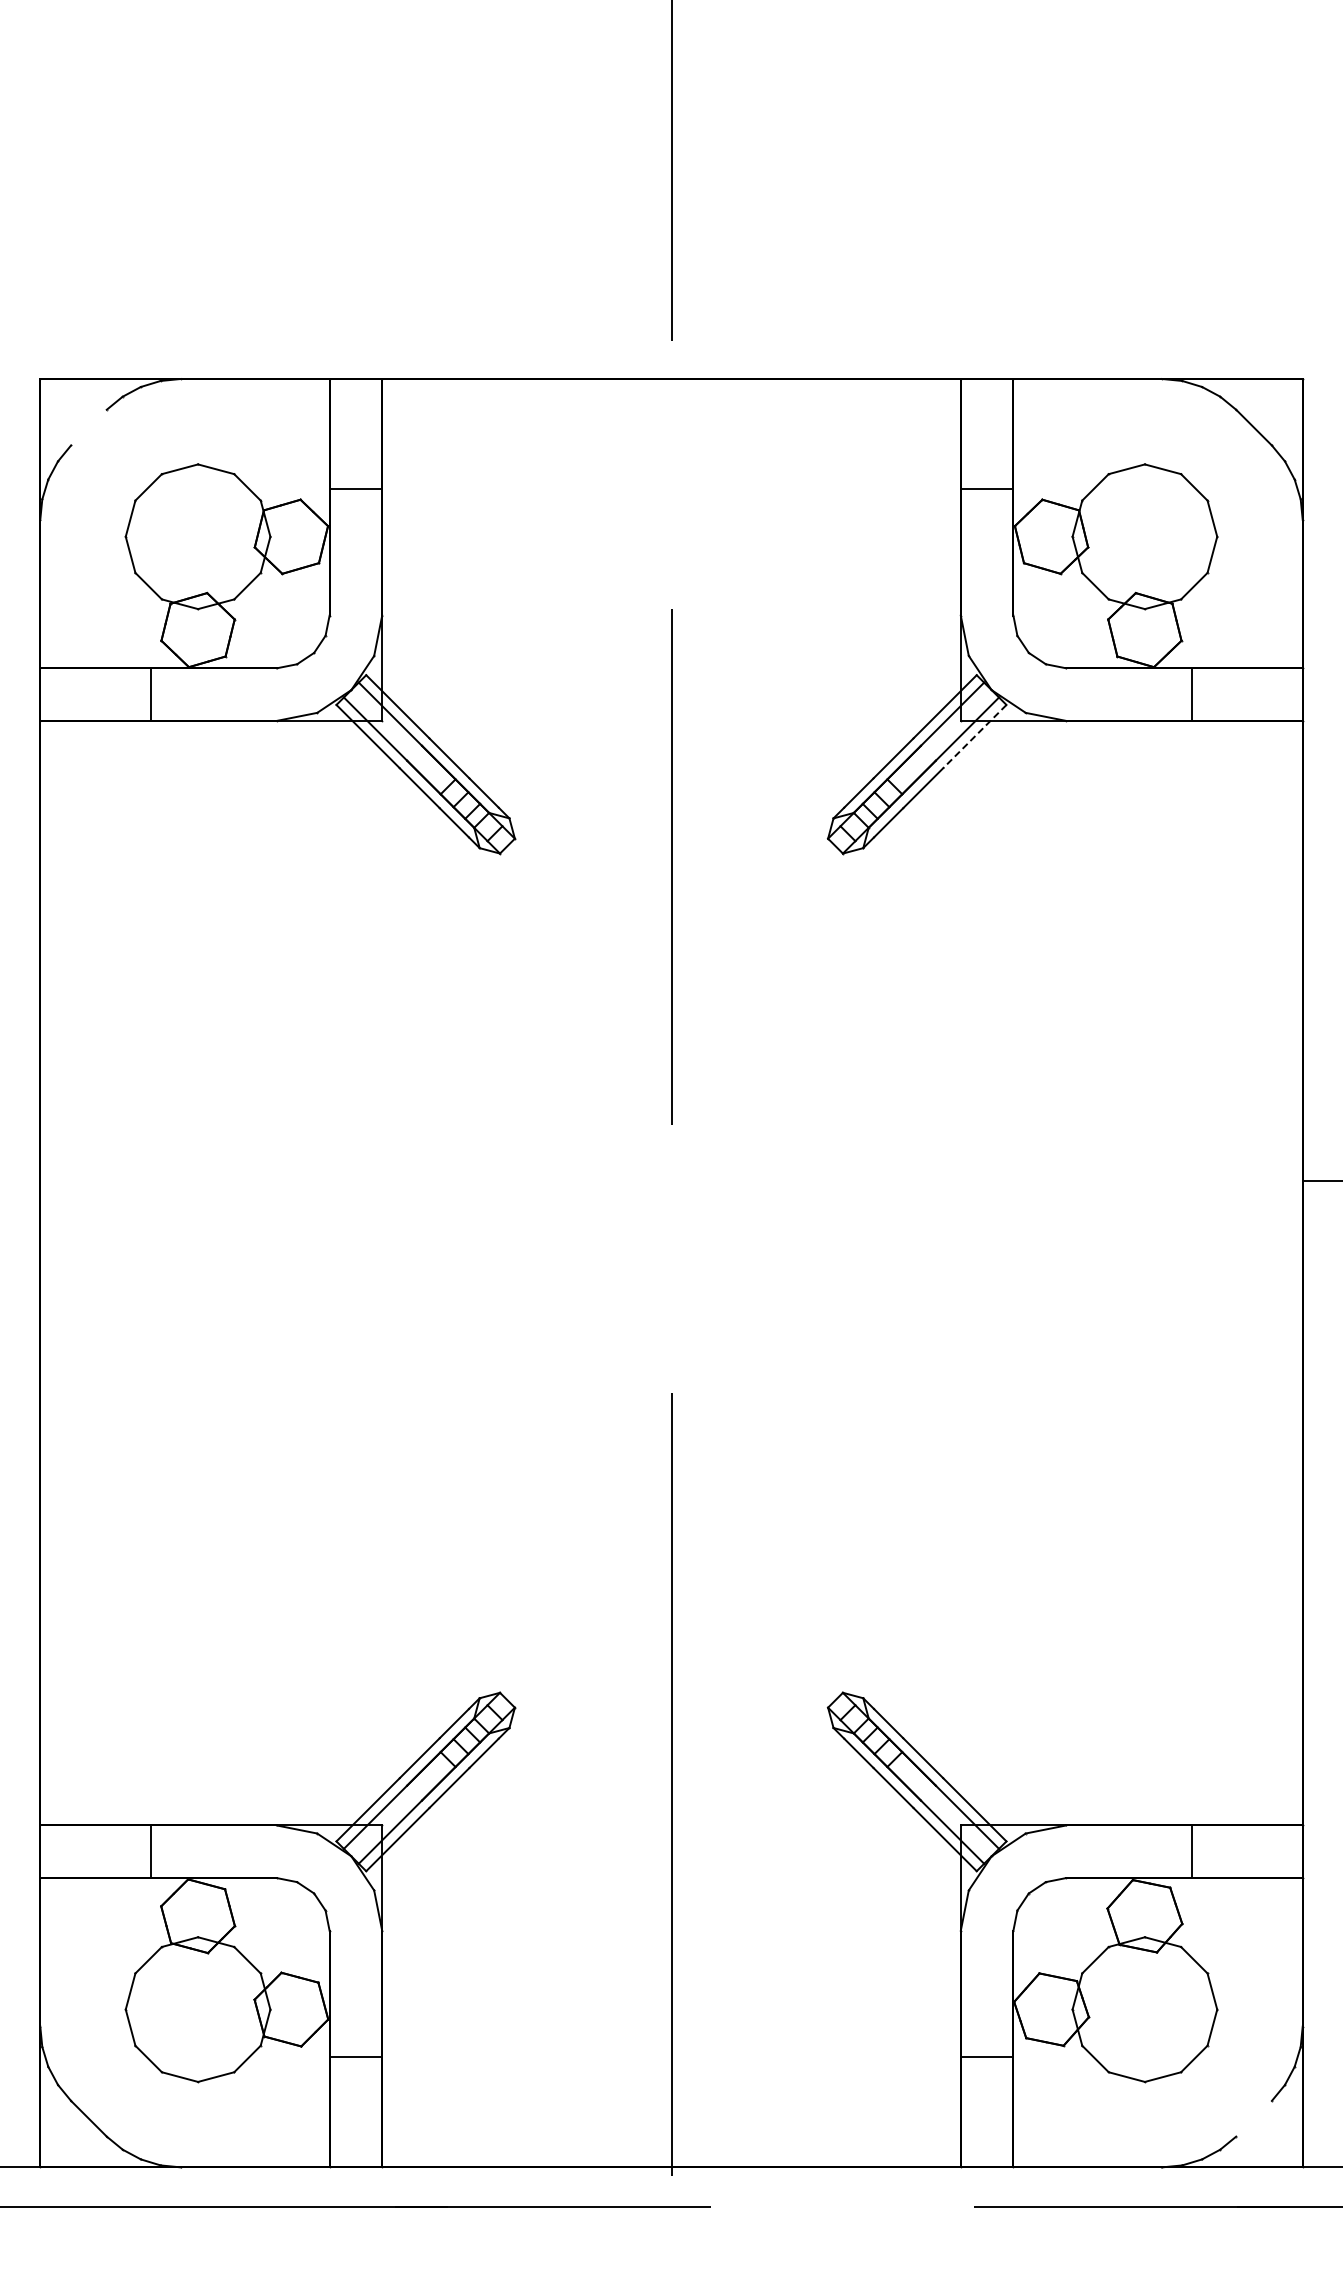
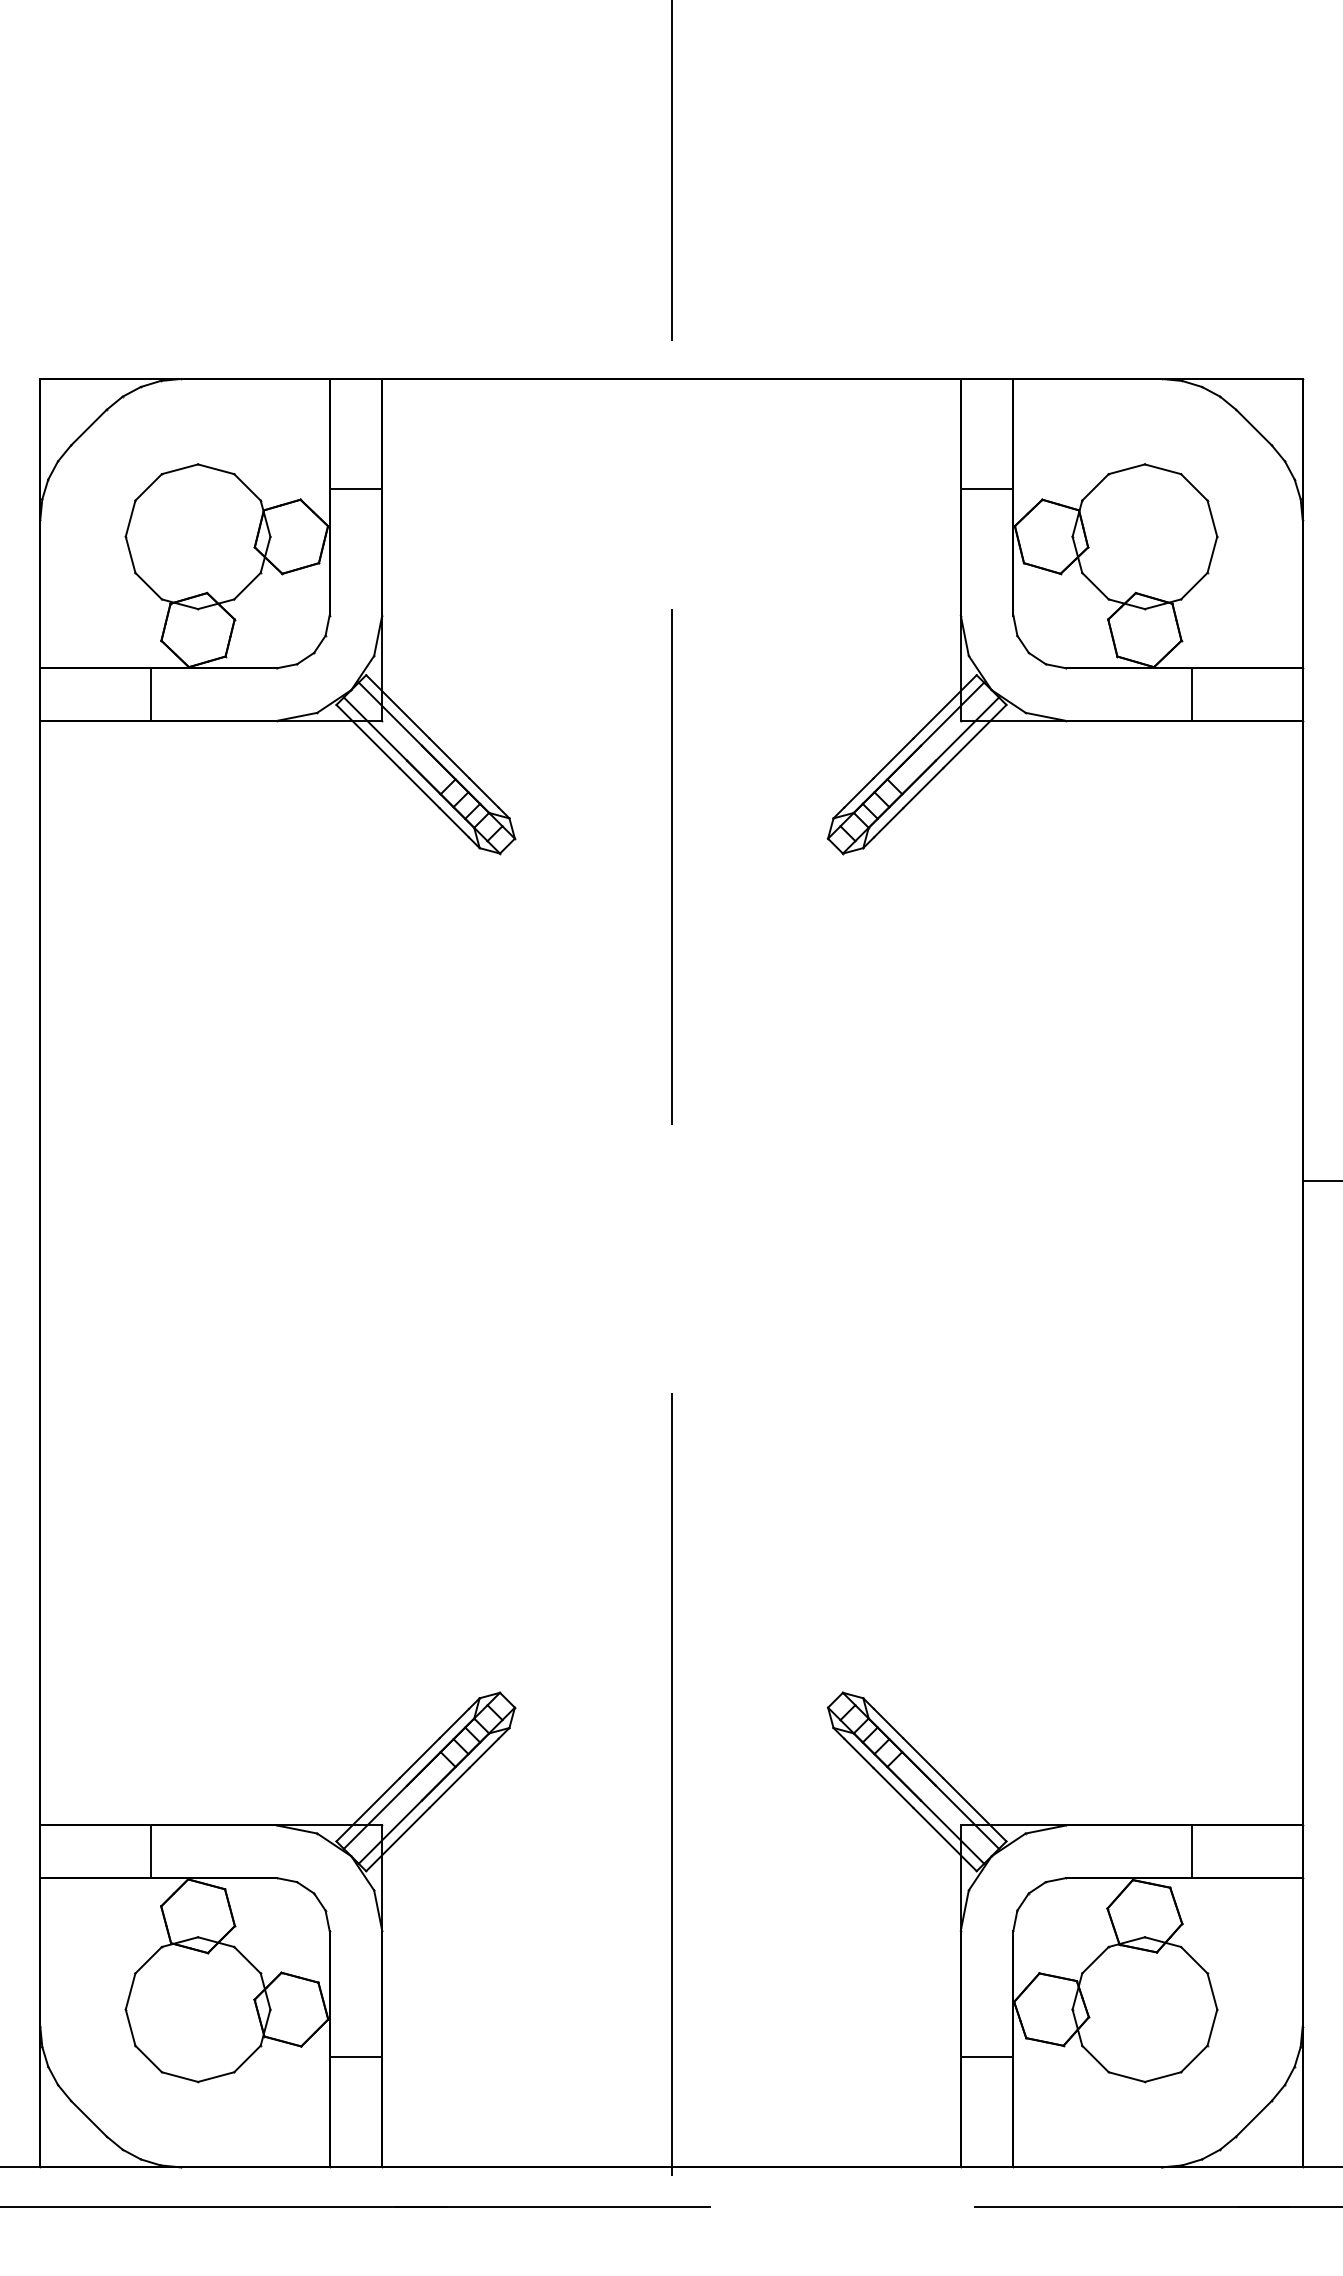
line at (88, 427): none -> present
line at (974, 736): dashed -> solid
line at (1253, 2118): none -> present
